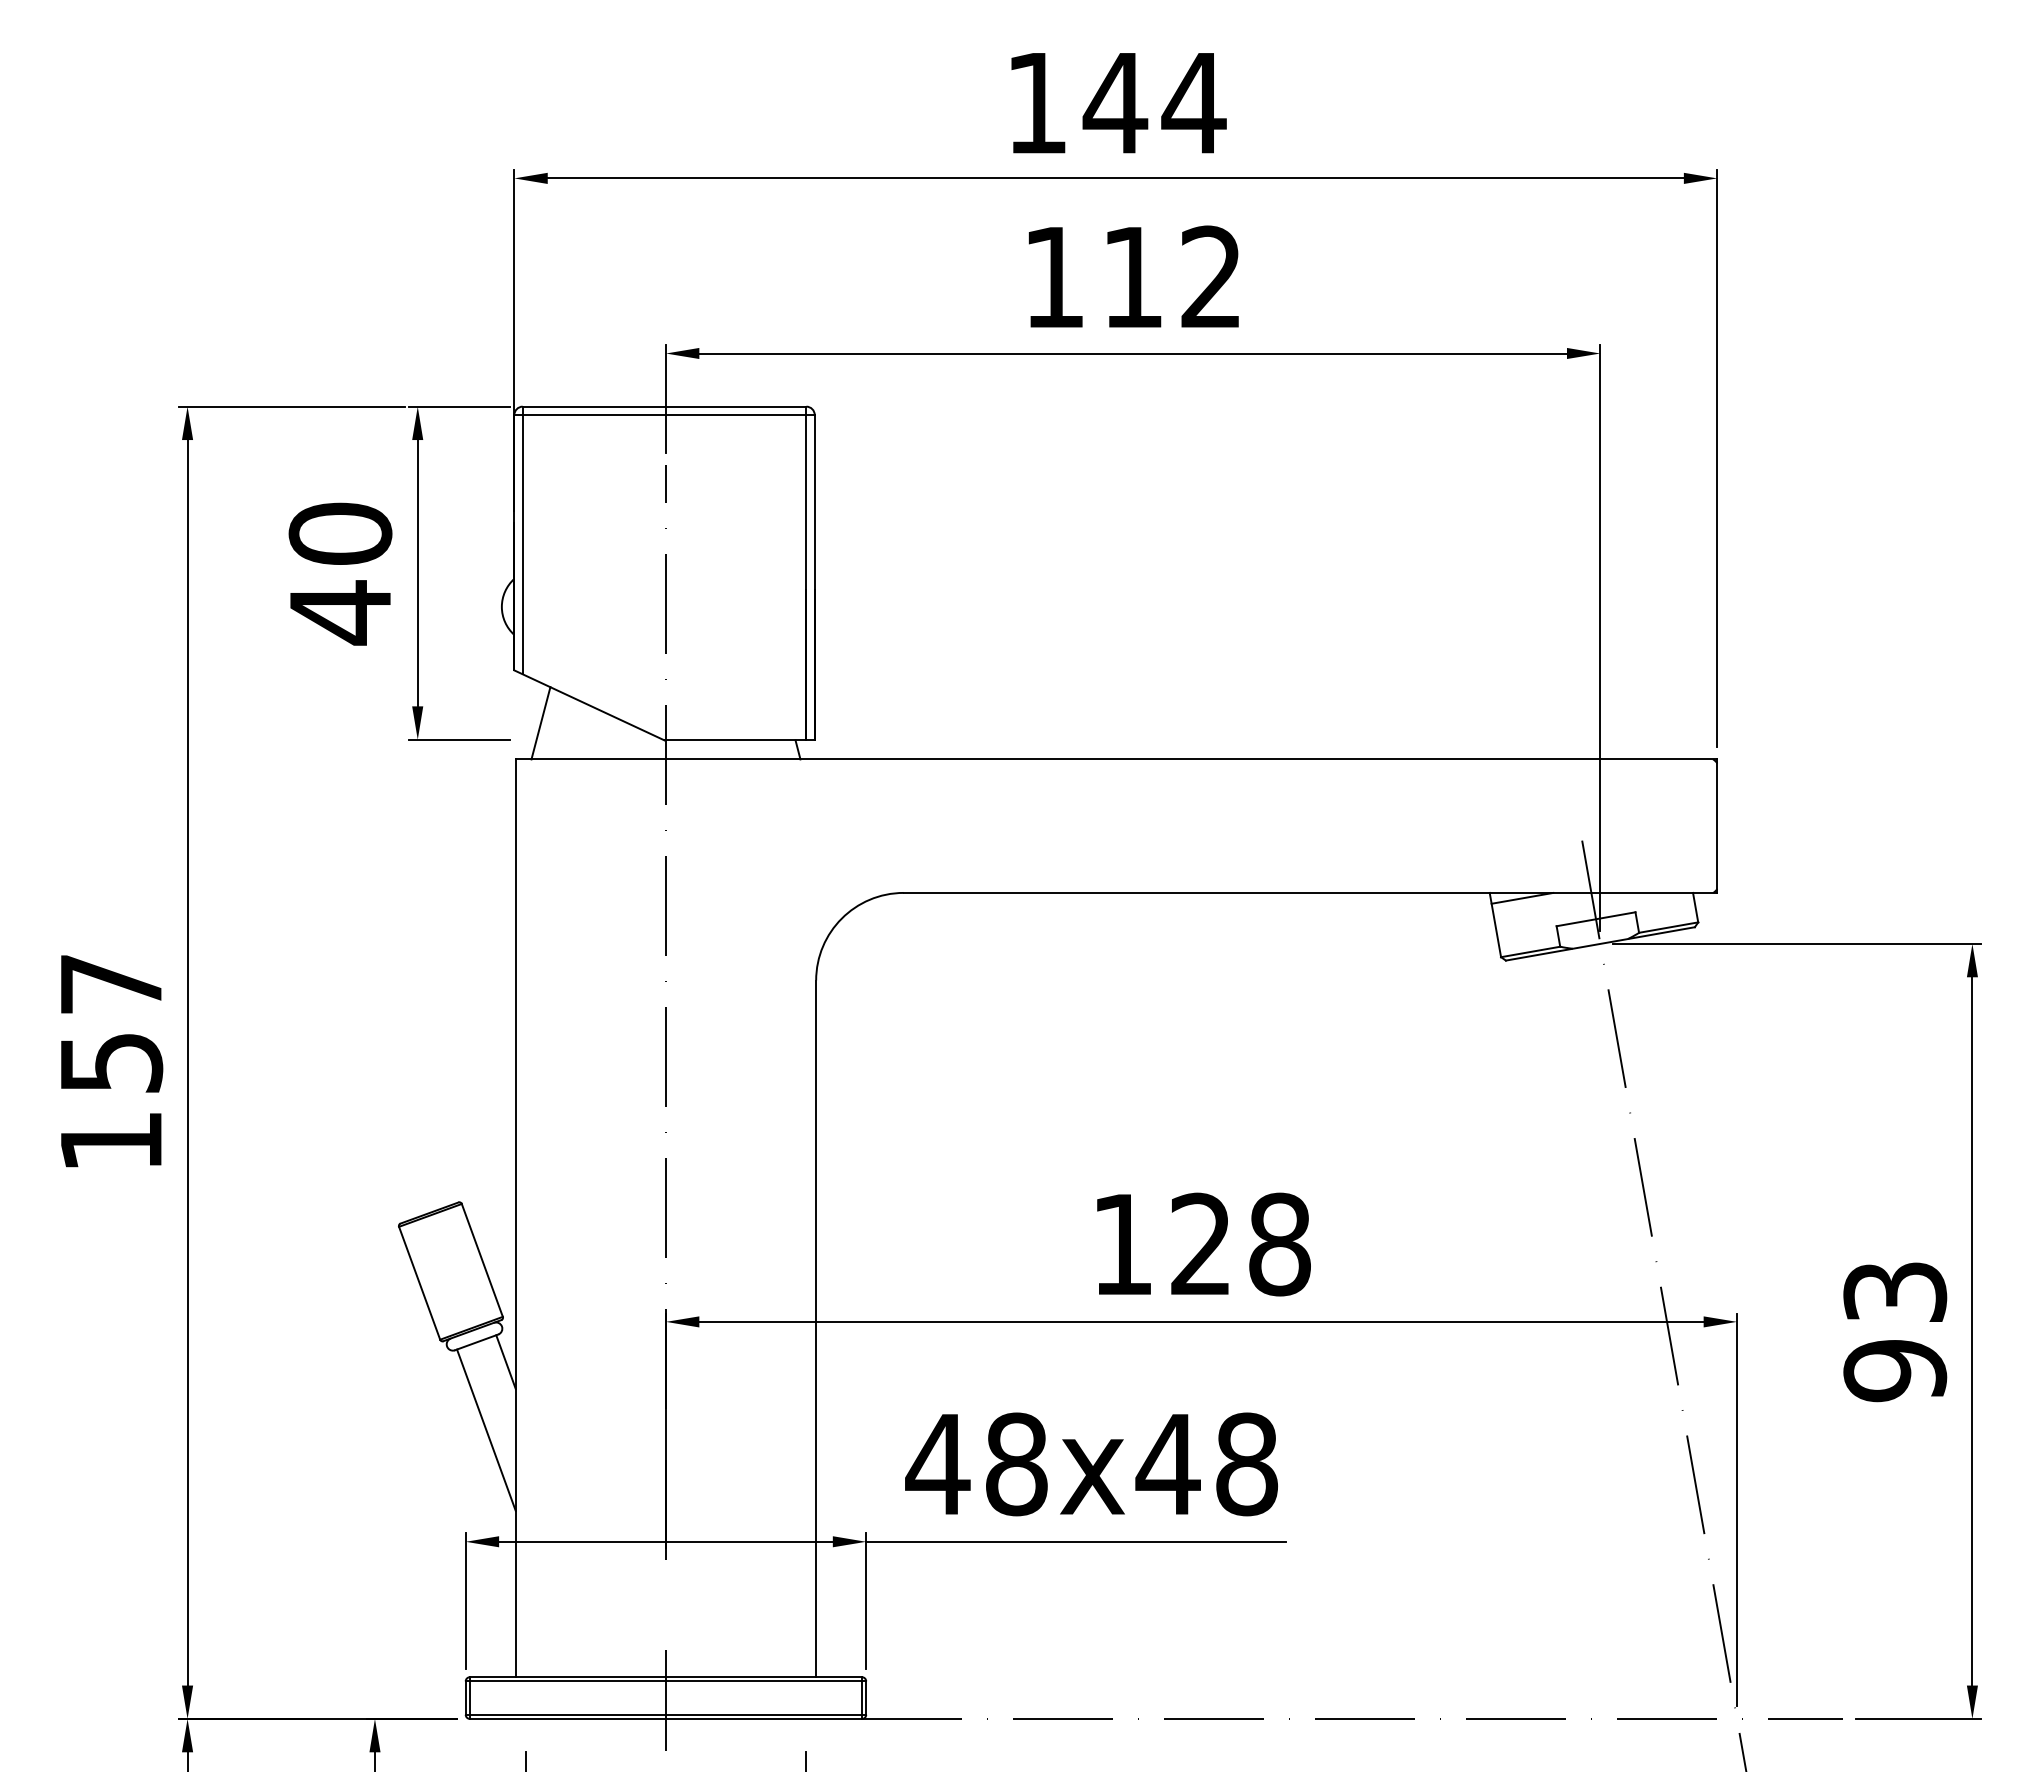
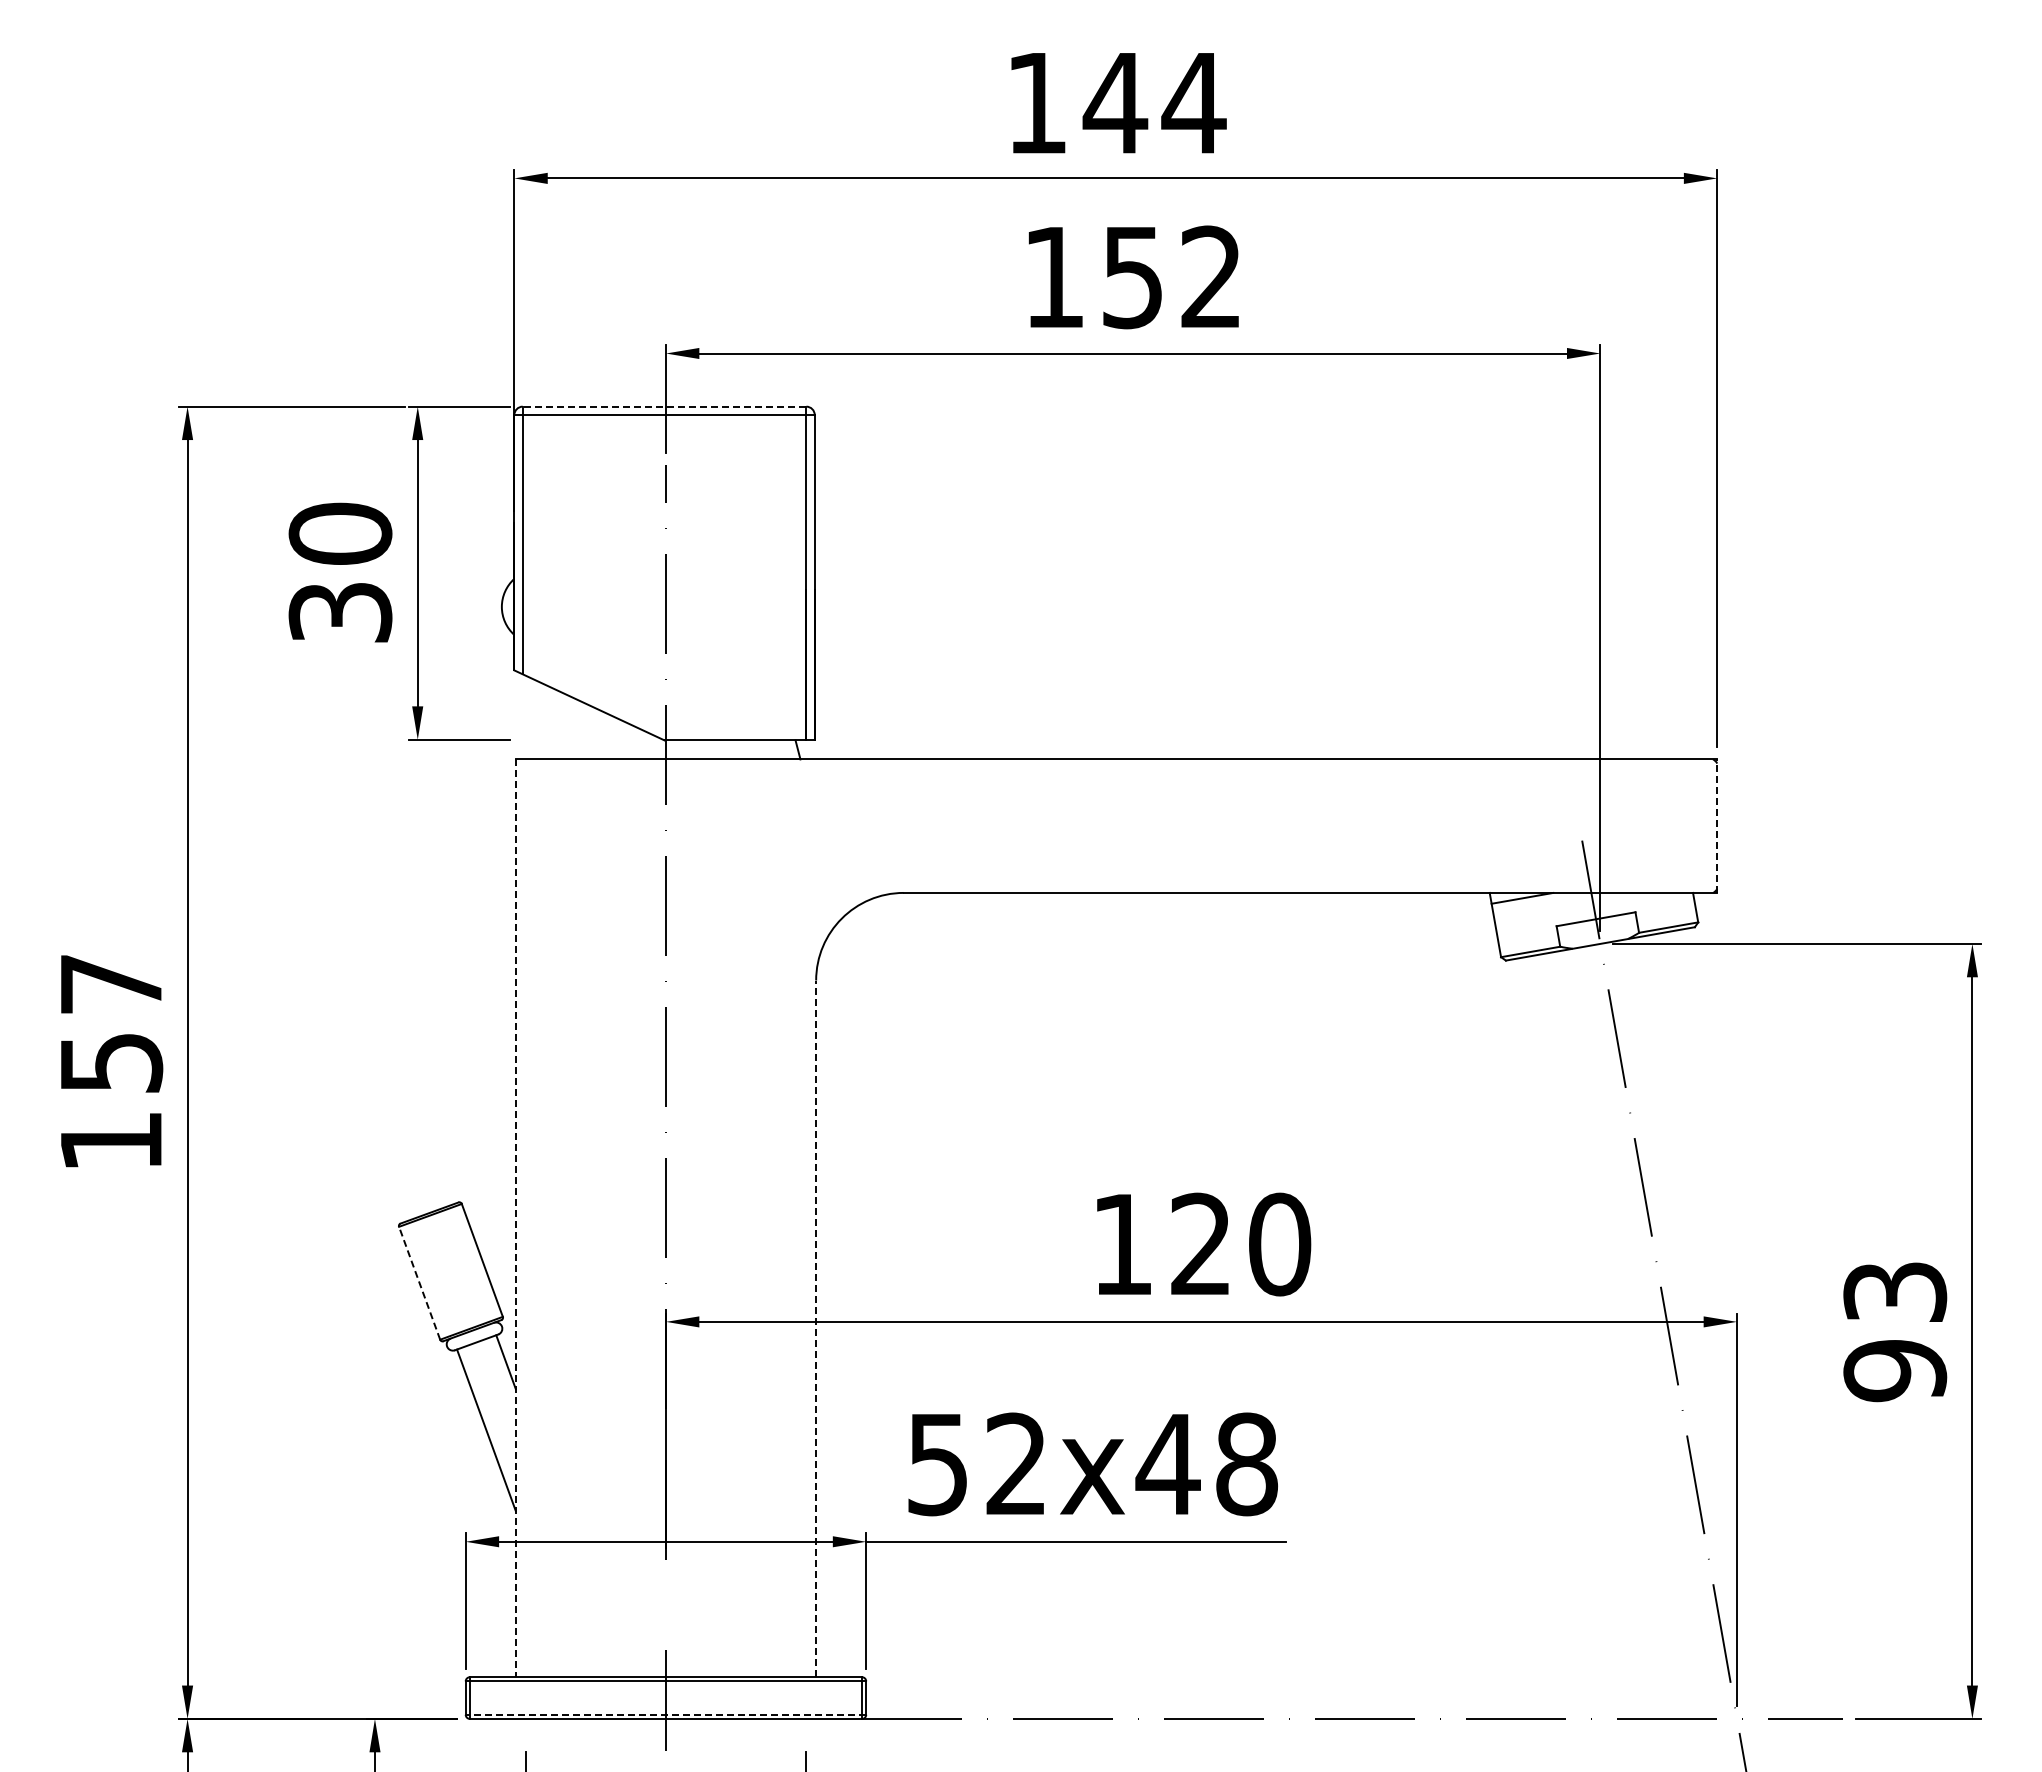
text at (1132, 278): 112 -> 152
line at (664, 406): solid -> dashed
text at (340, 612): 40 -> 30
line at (540, 723): present -> none
line at (1717, 826): solid -> dashed
line at (515, 1218): solid -> dashed
text at (1280, 1244): 128 -> 120
line at (419, 1282): solid -> dashed
line at (816, 1328): solid -> dashed
text at (976, 1464): 48x48 -> 52x48
line at (665, 1714): solid -> dashed
